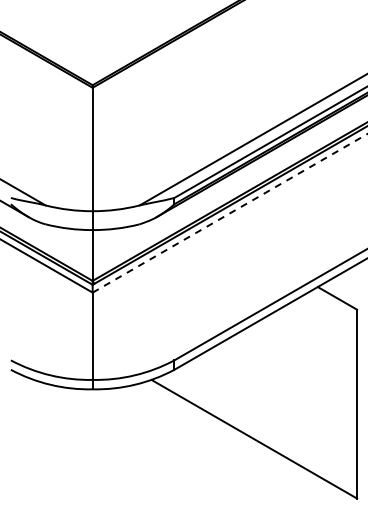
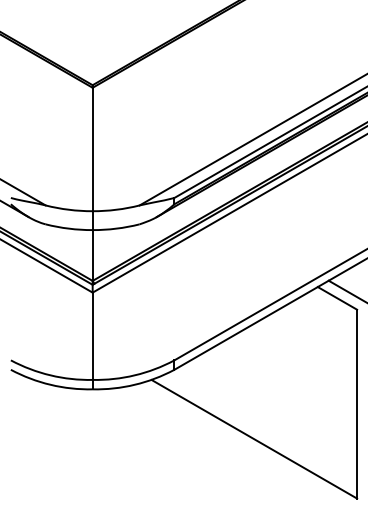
line at (230, 213): dashed -> solid
line at (346, 290): none -> present
